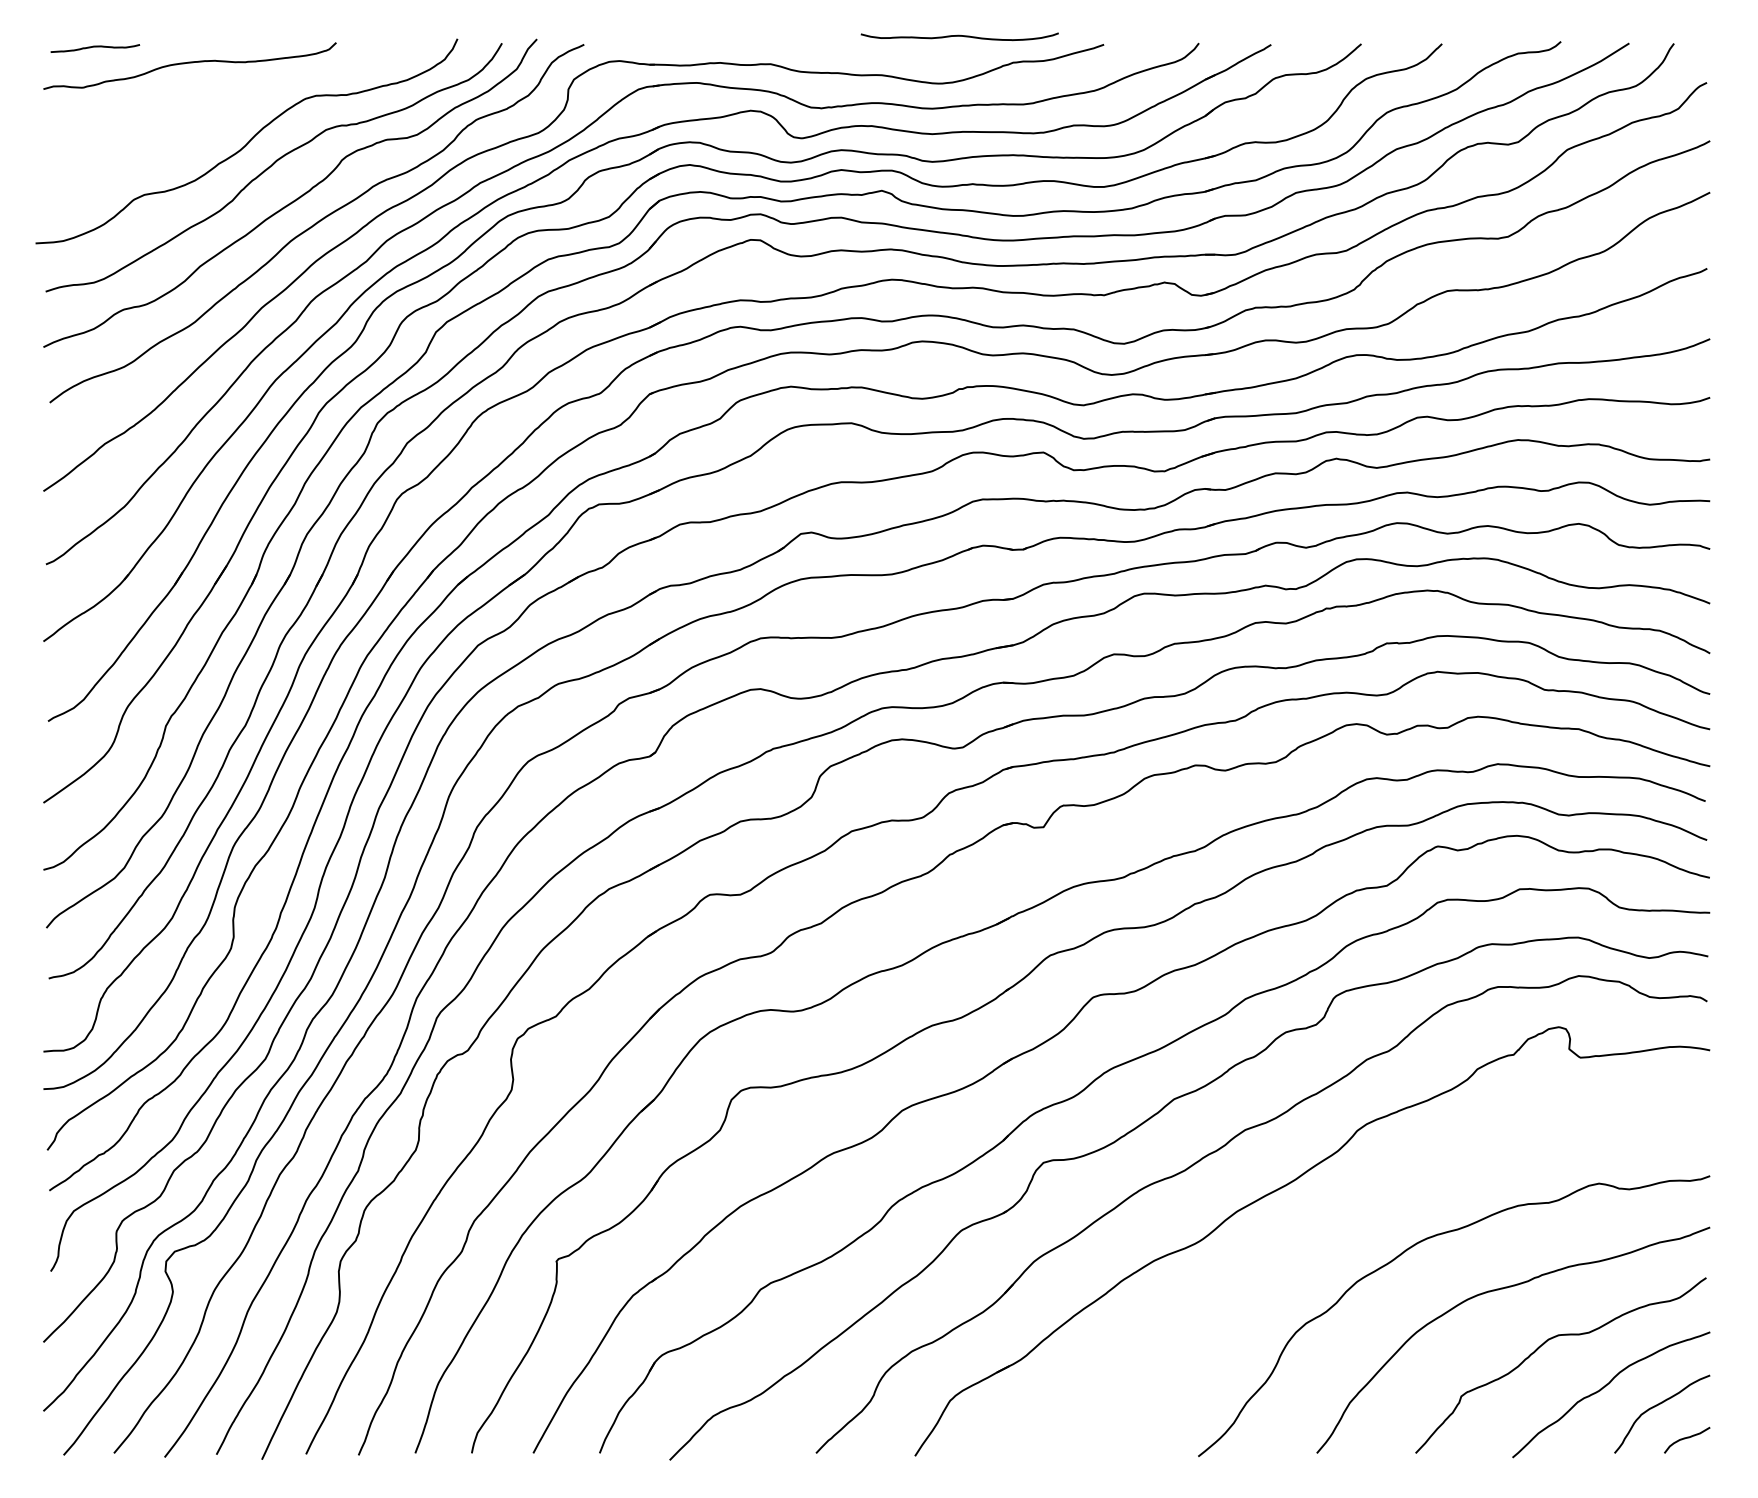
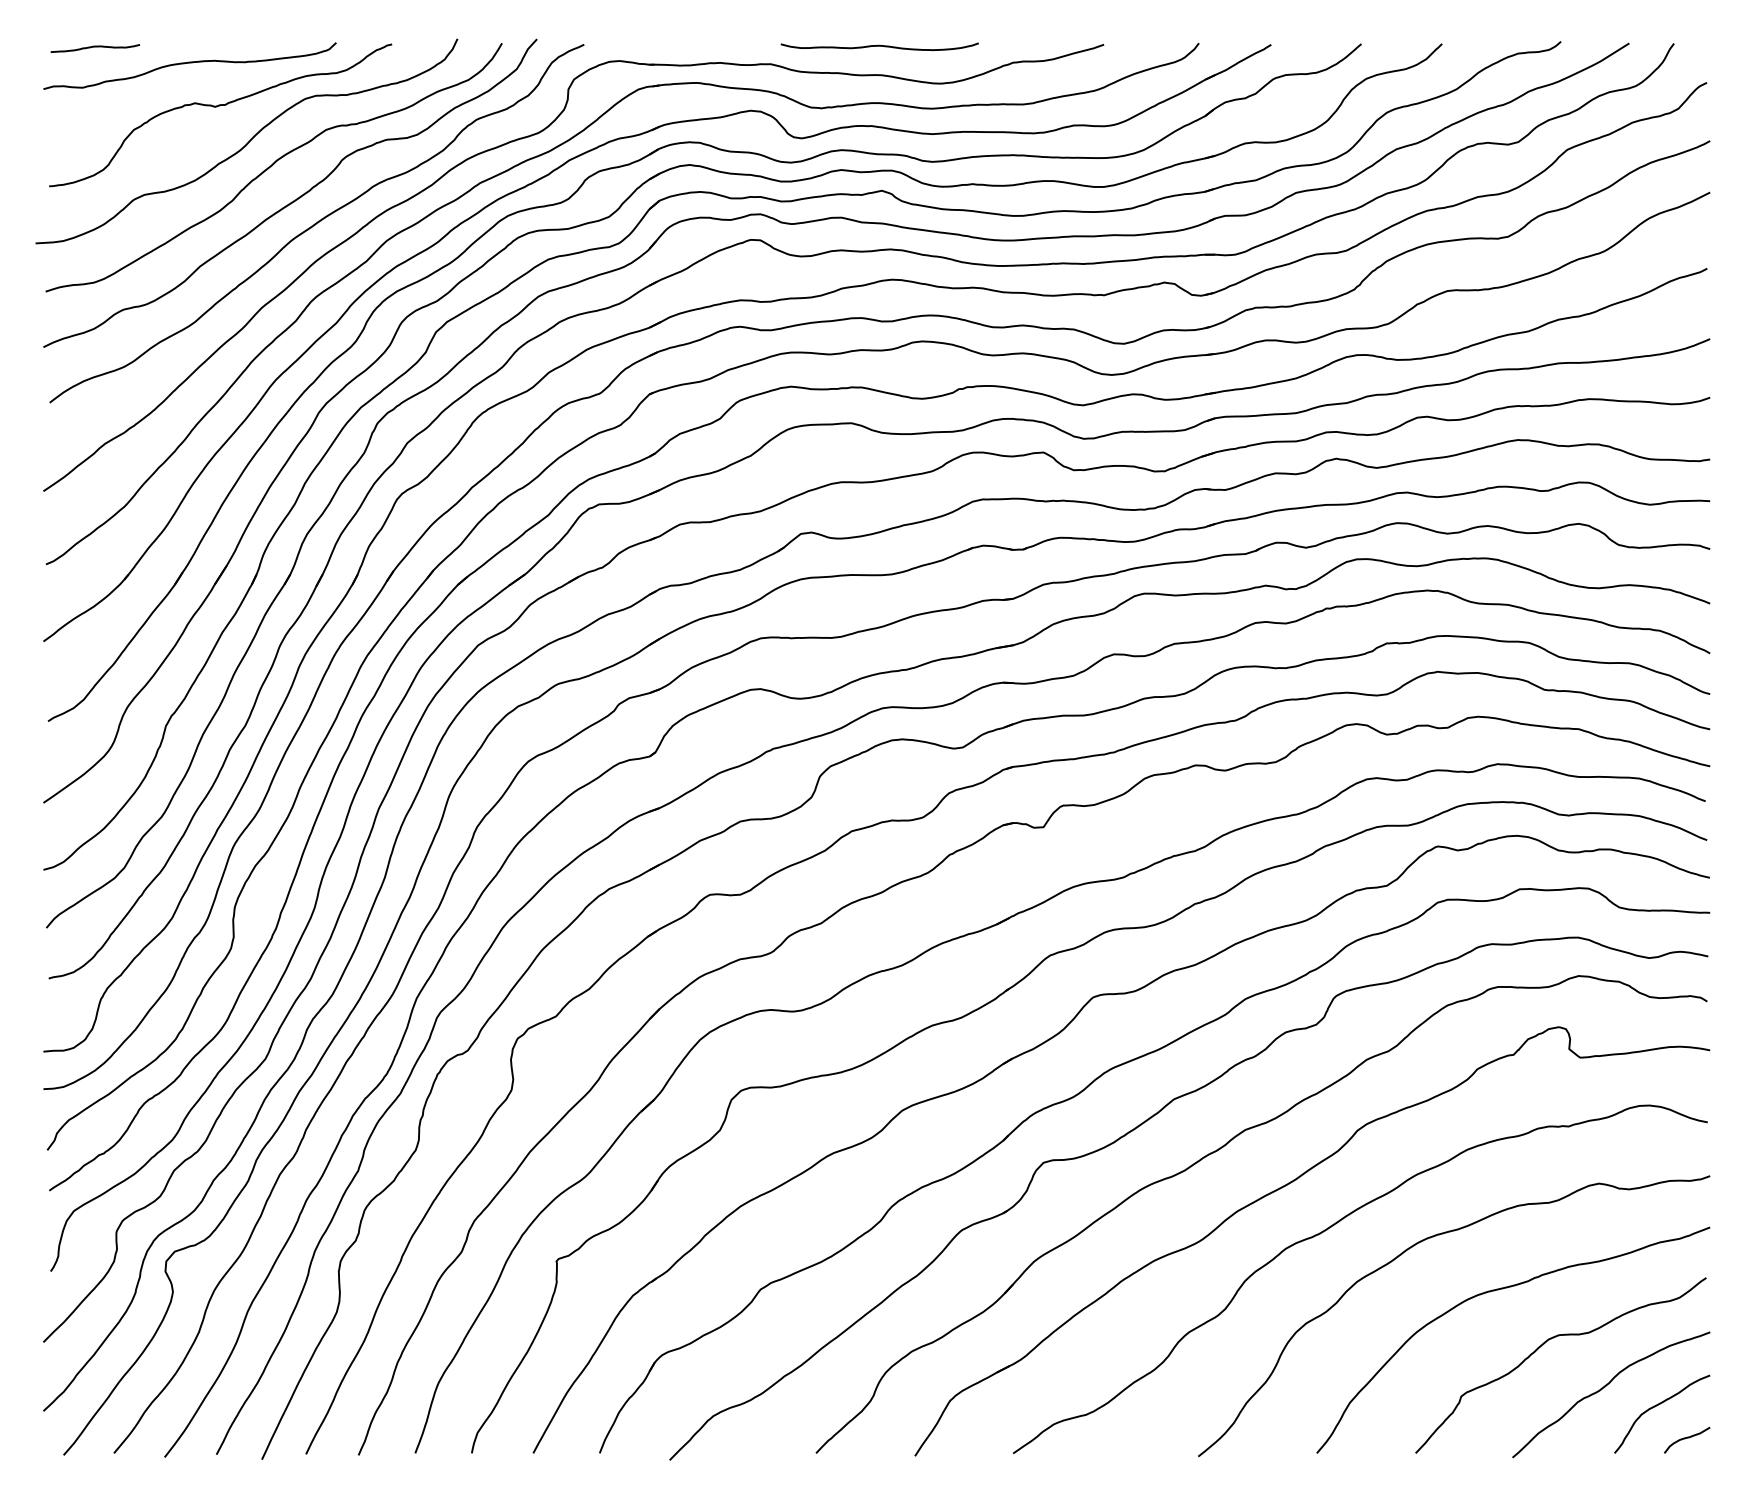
curve at (959, 36) position: (959, 36) -> (879, 46)
curve at (217, 107): none -> present
curve at (1327, 1230): none -> present
